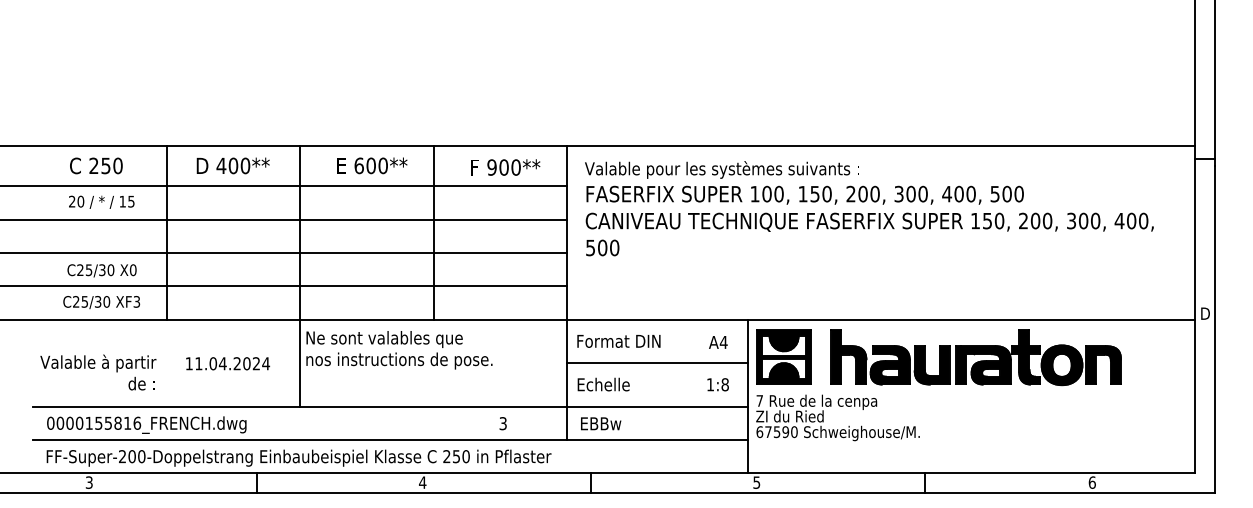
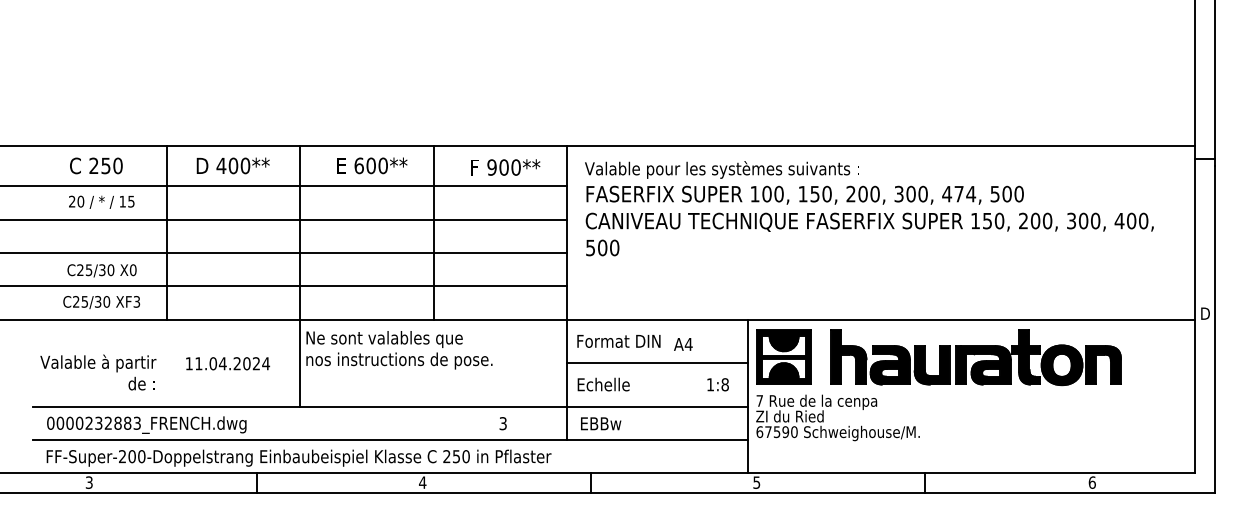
text at (965, 193): 400, -> 474,
text at (718, 342) position: (718, 342) -> (683, 344)
text at (113, 422): 0000155816_FRENCH.dwg -> 0000232883_FRENCH.dwg
